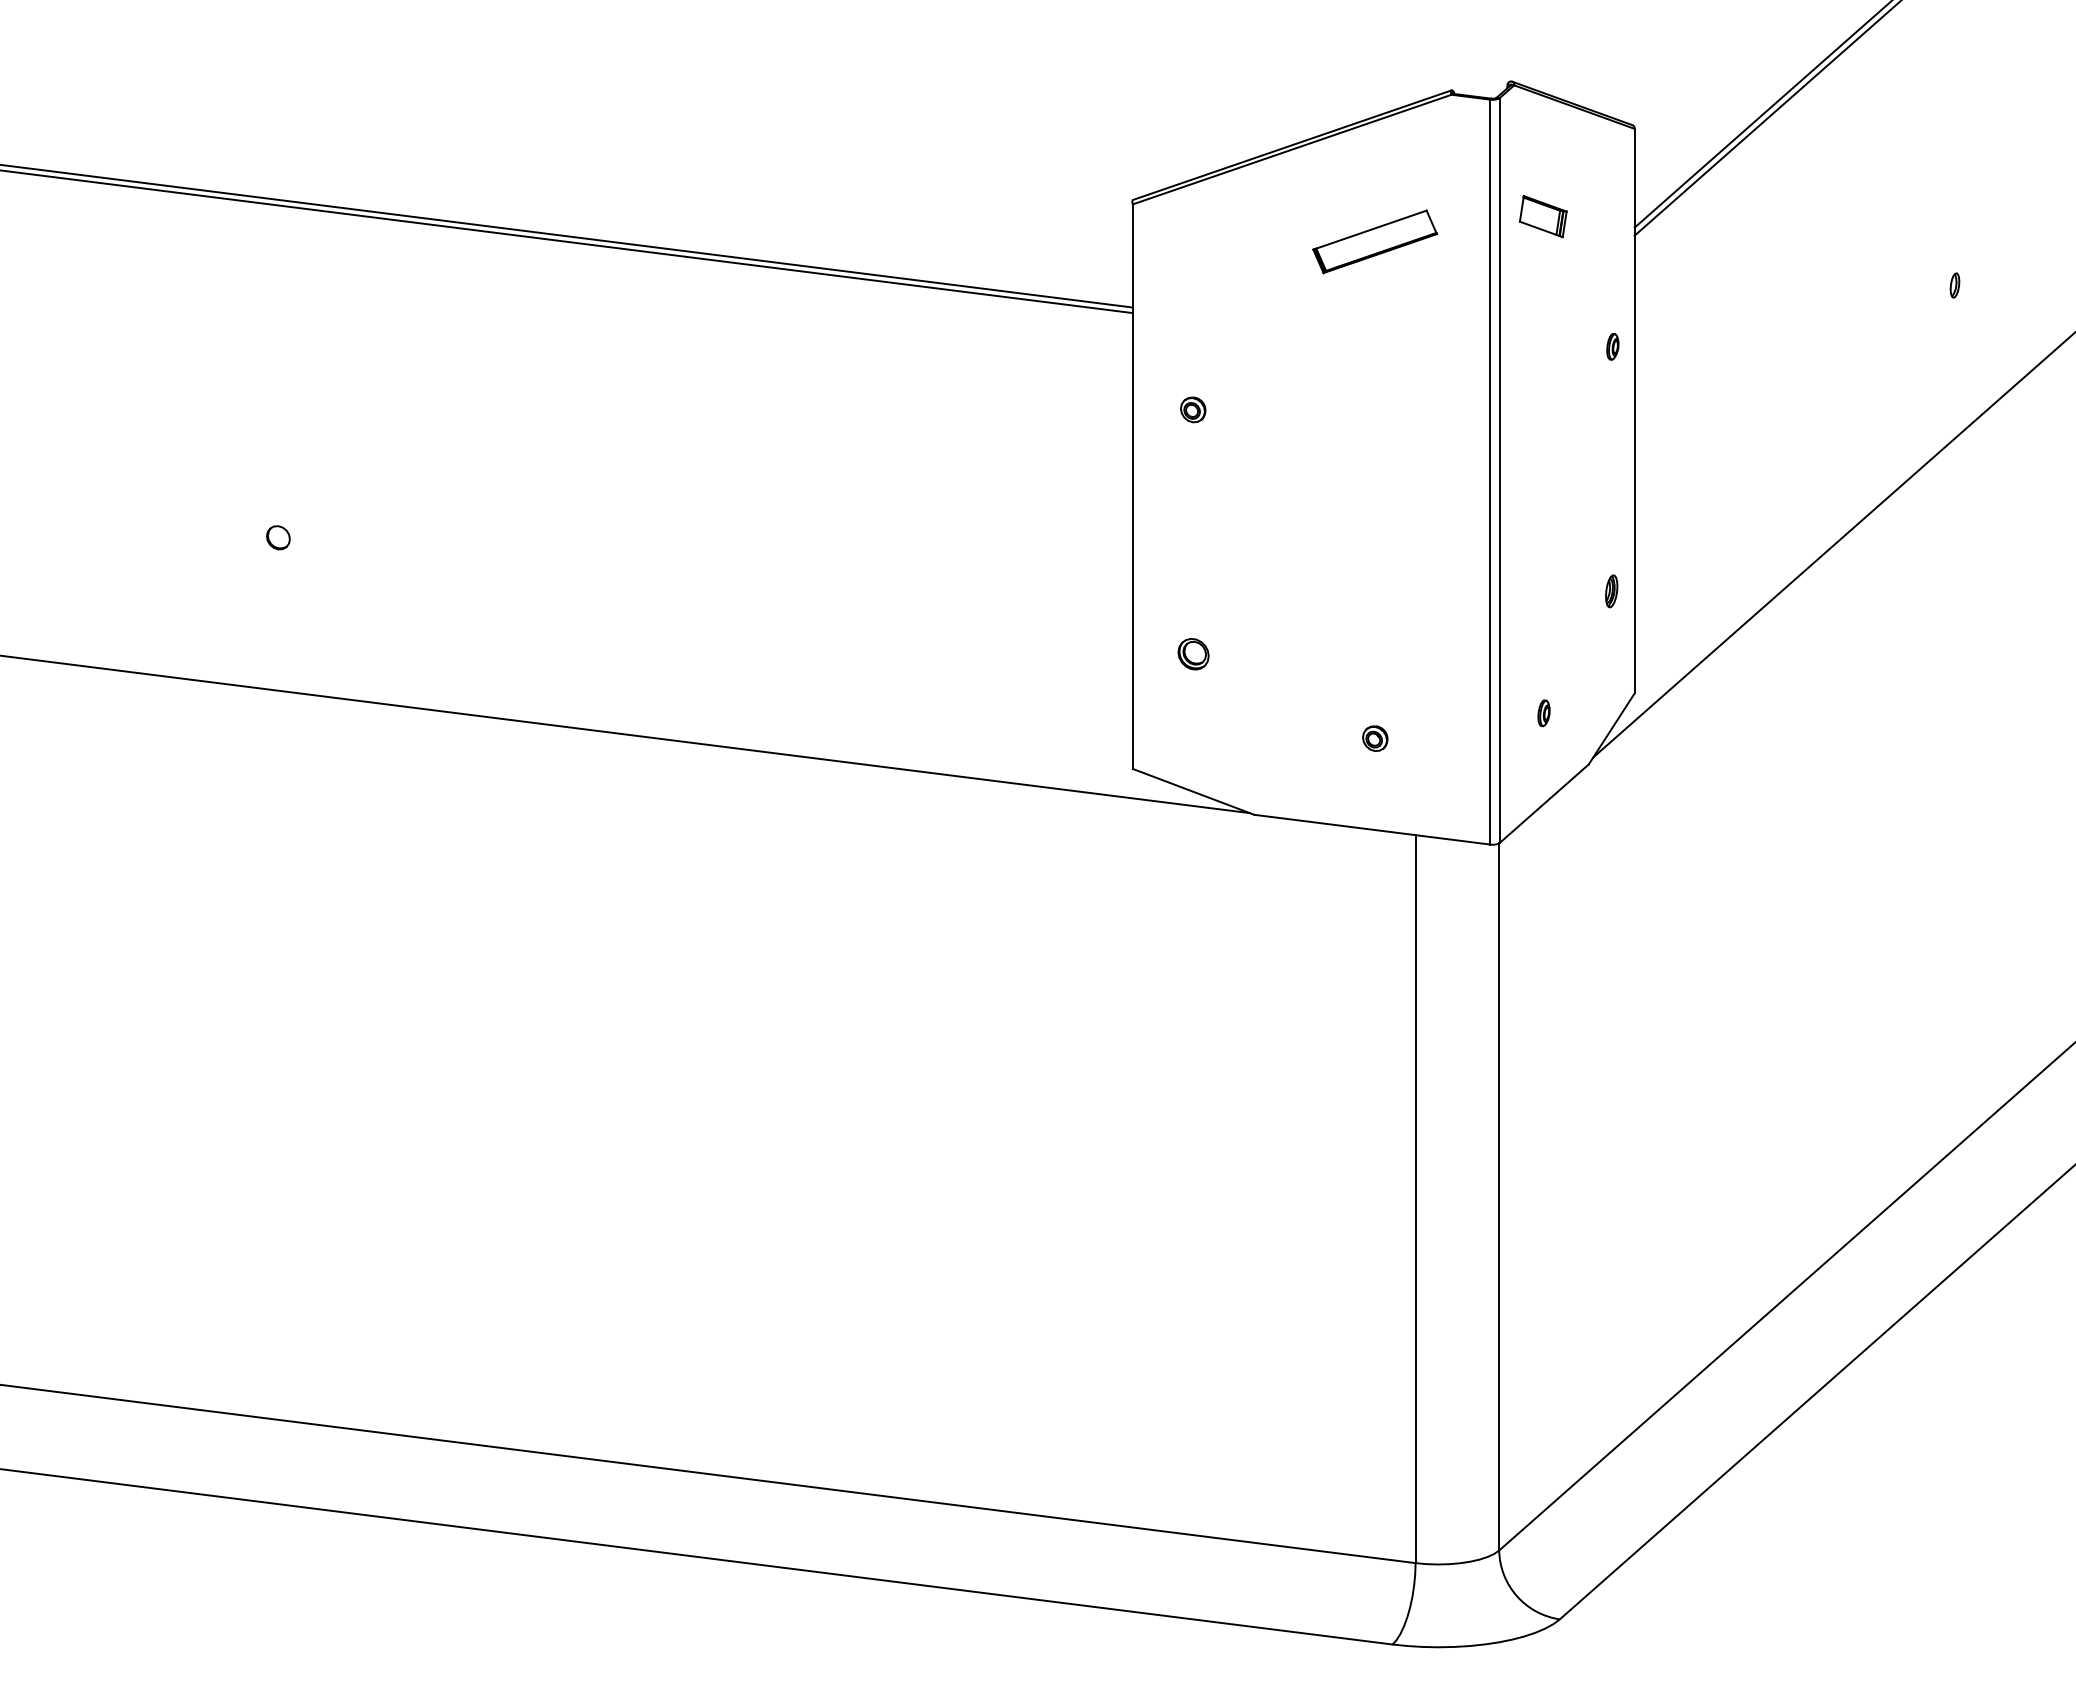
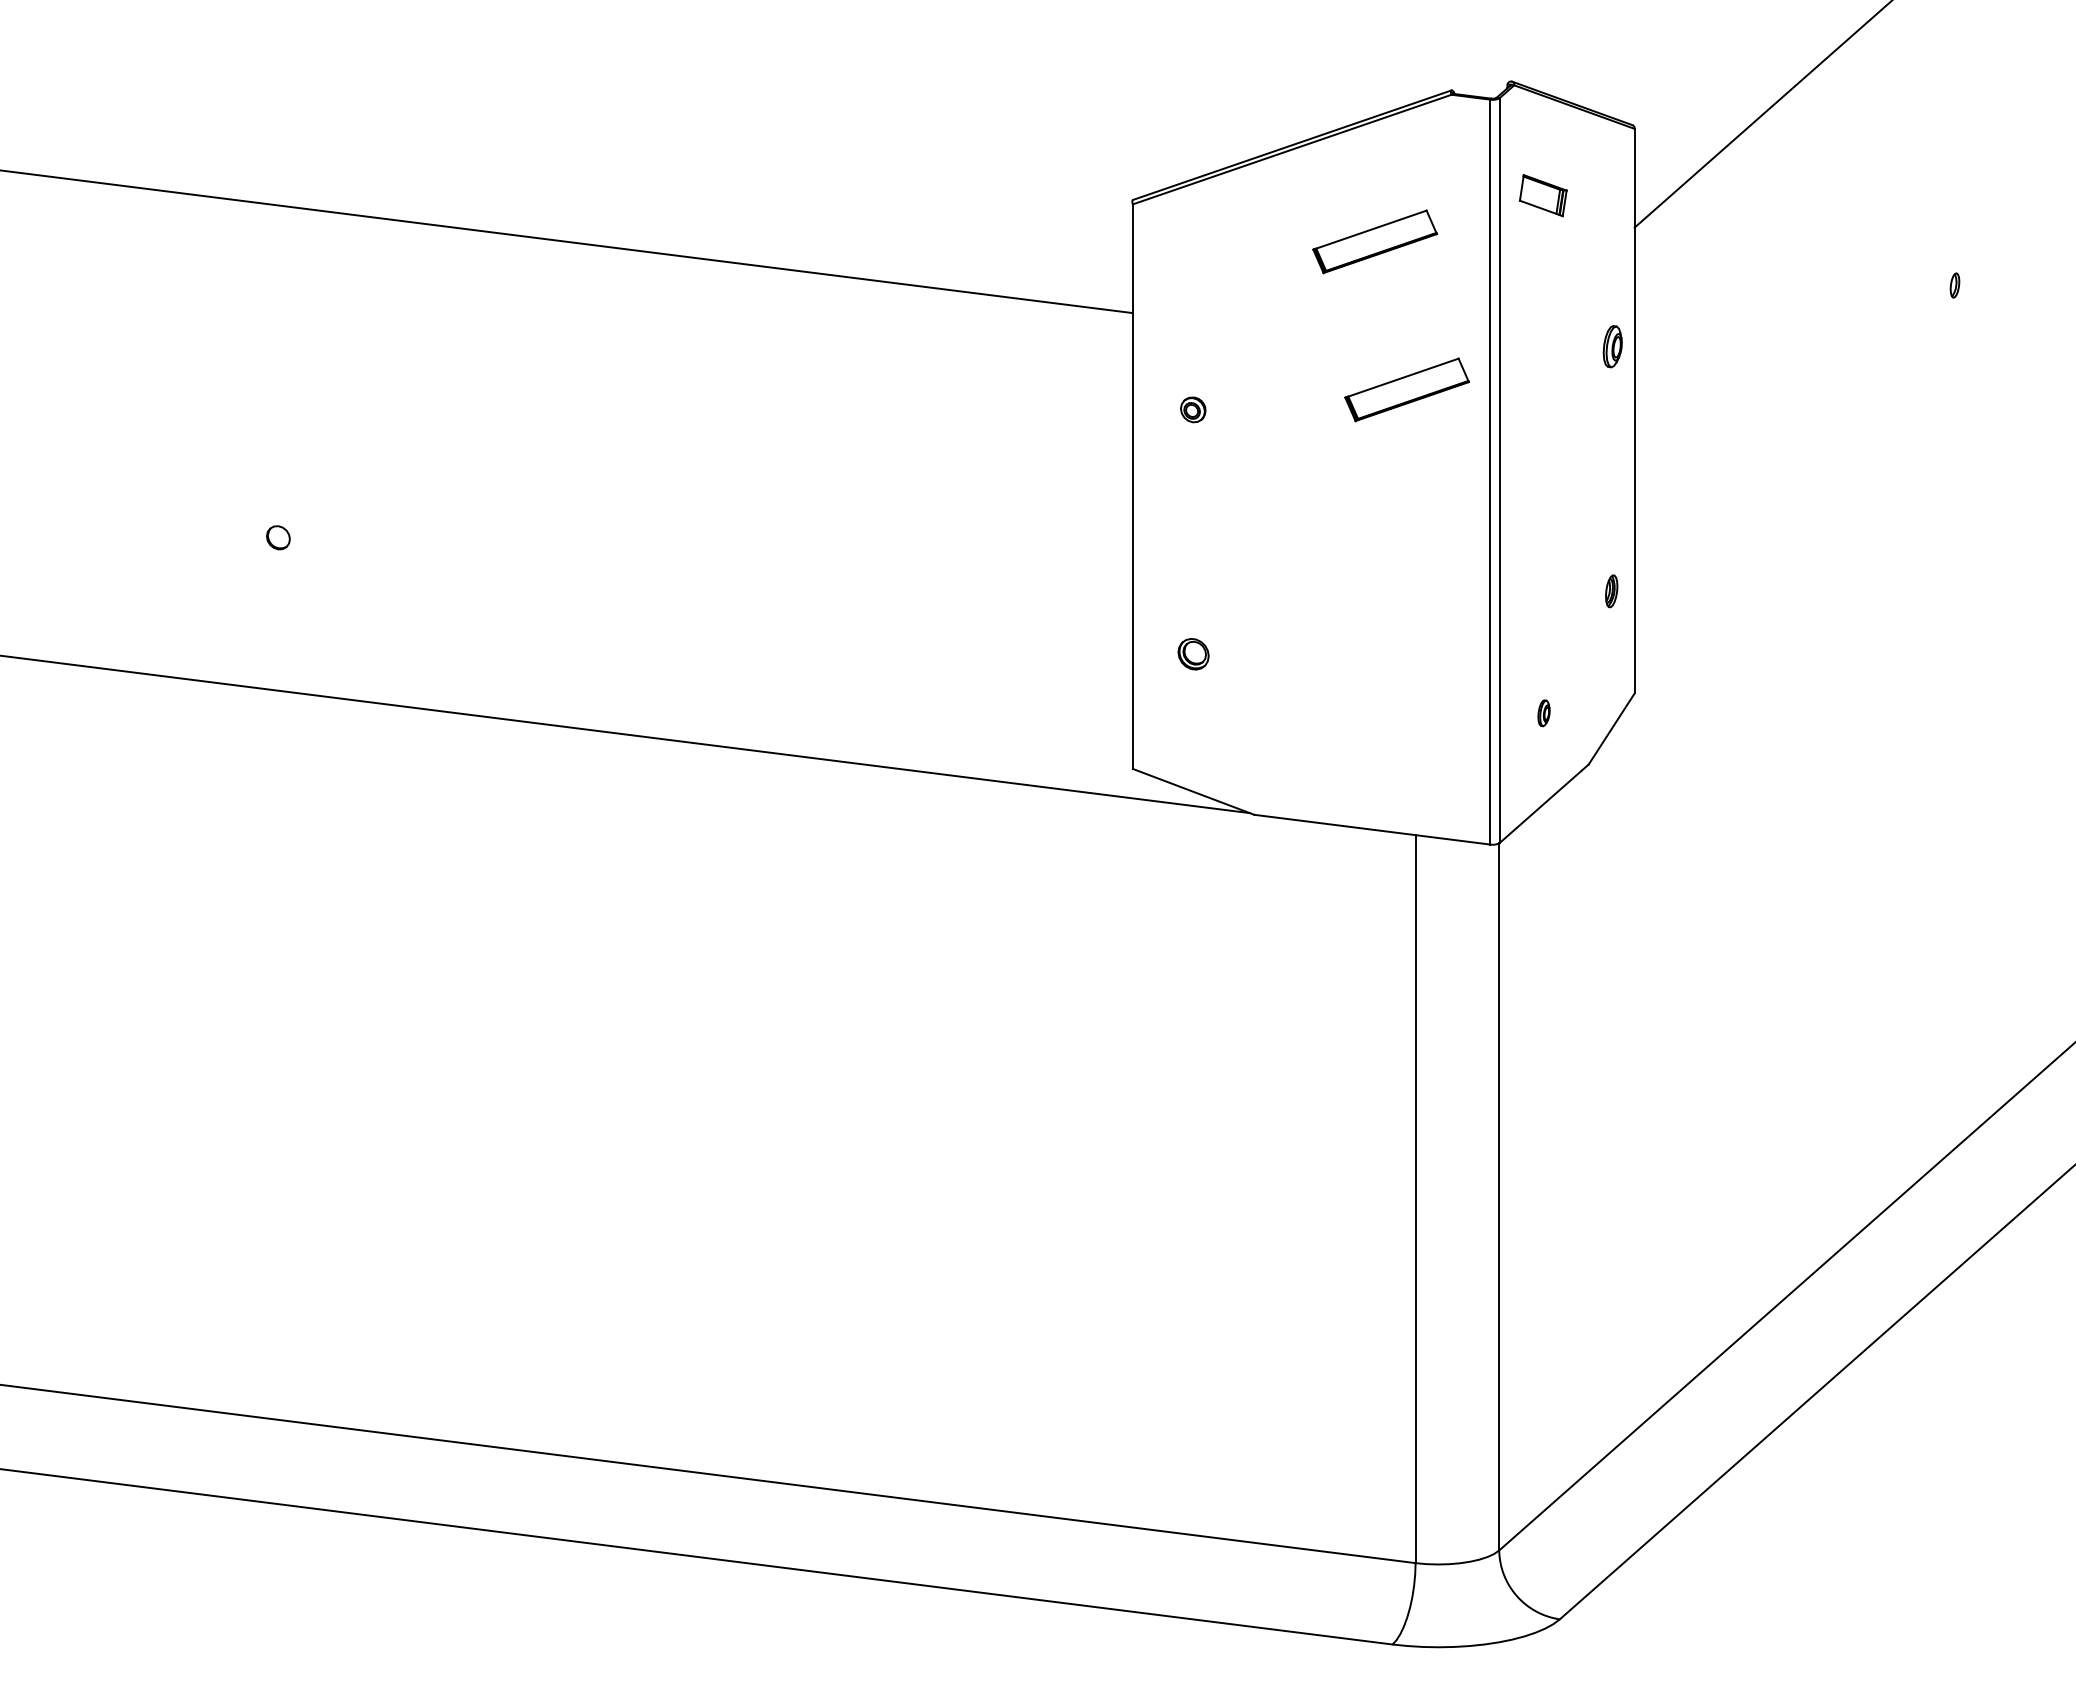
line at (1766, 118): present -> none
part at (1542, 216) position: (1542, 216) -> (1542, 195)
line at (567, 236): present -> none
part at (1612, 346) size: 14x28 px -> 21x44 px
part at (1406, 389): none -> present
line at (1832, 545): present -> none
part at (1375, 738): present -> none
